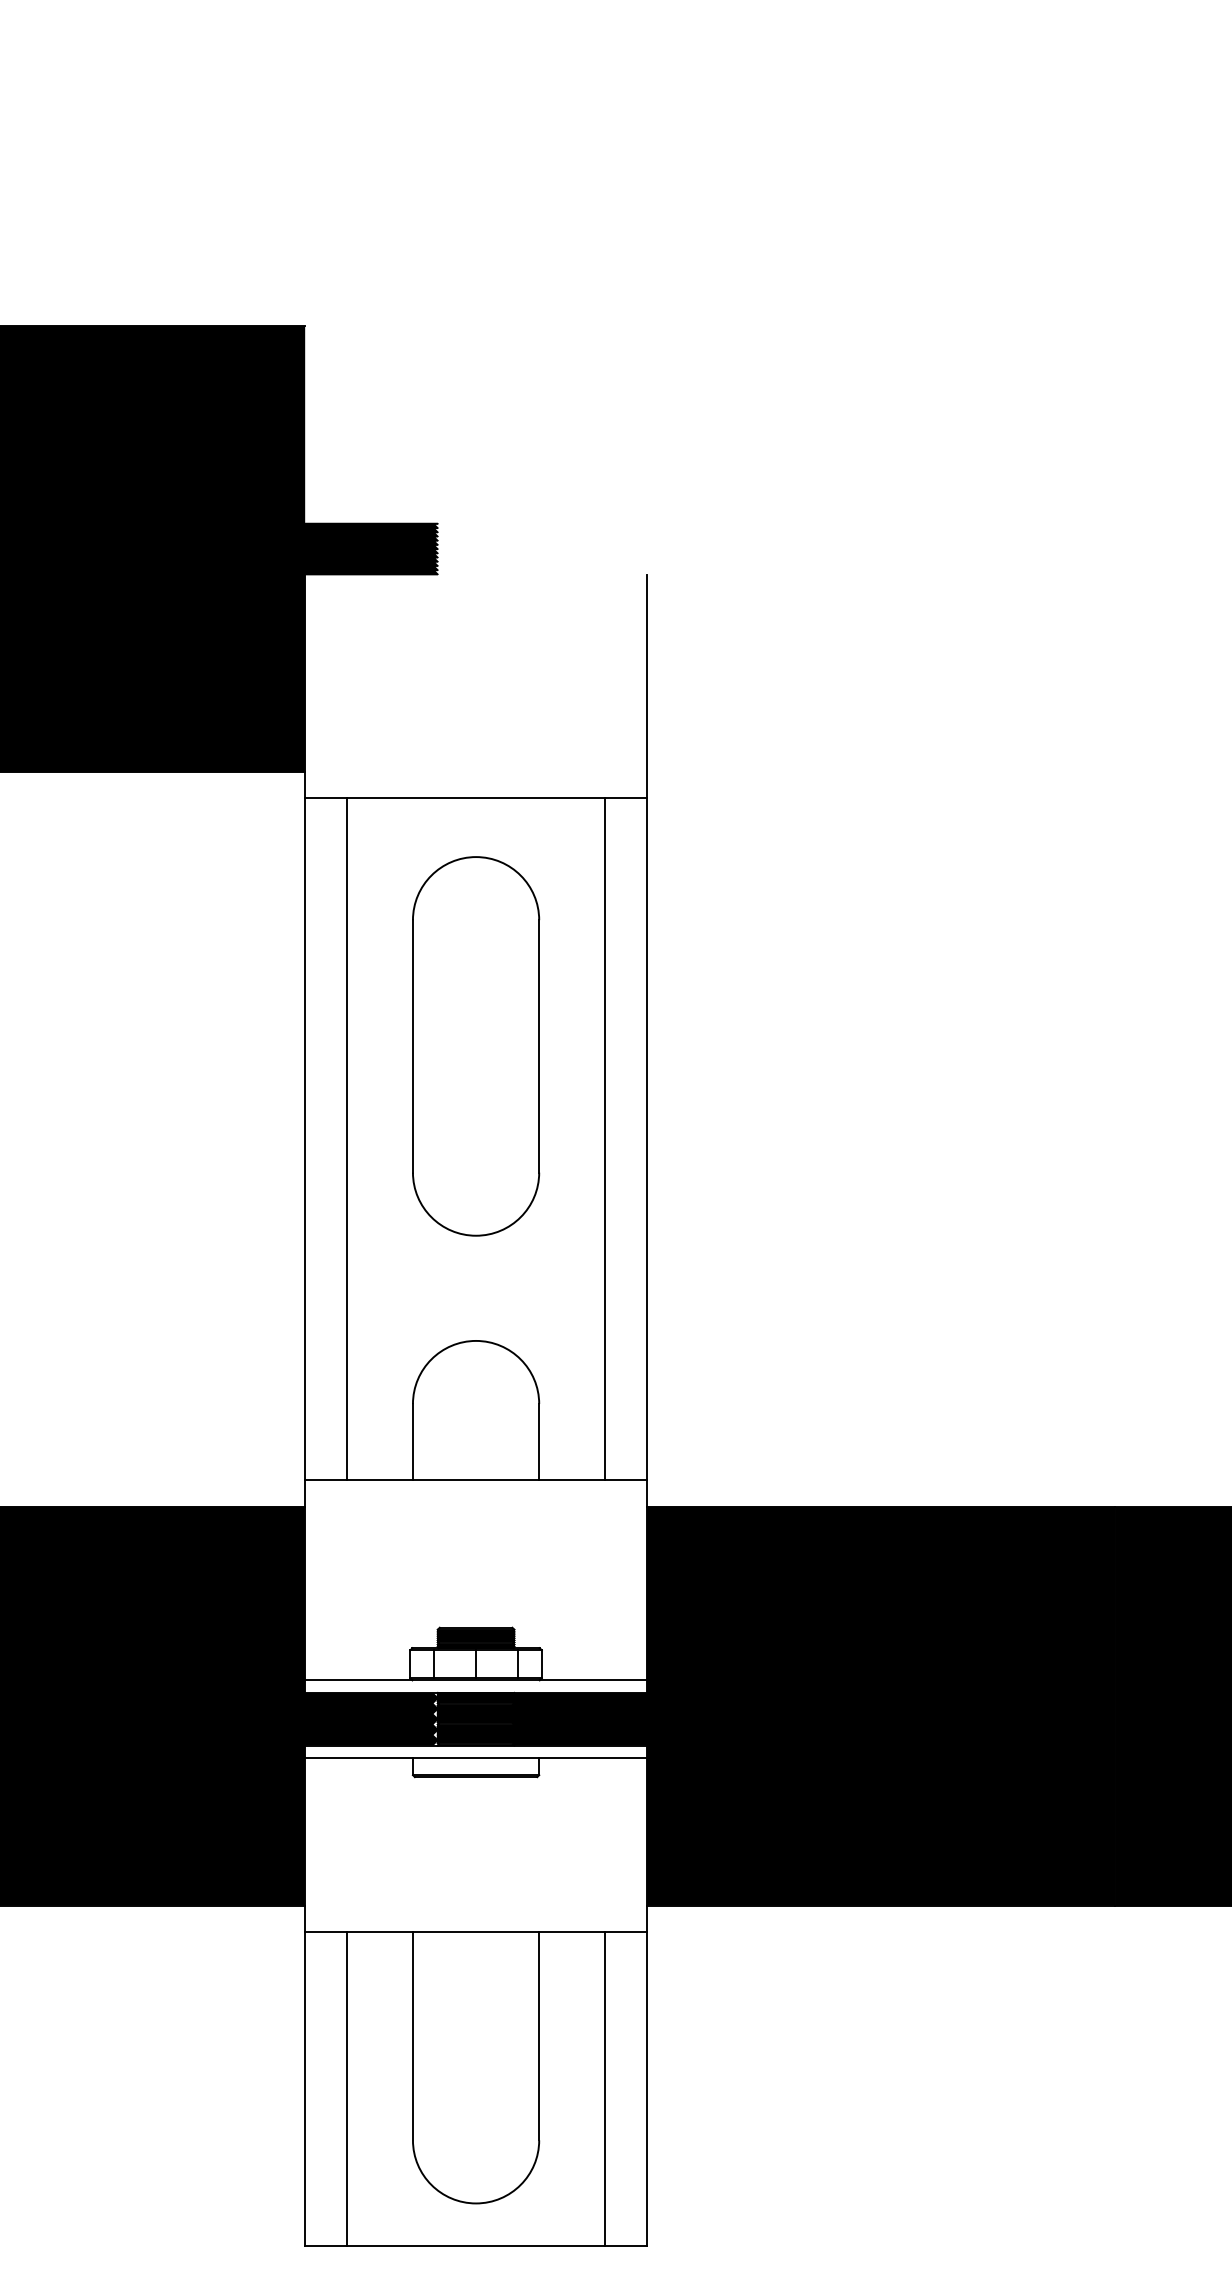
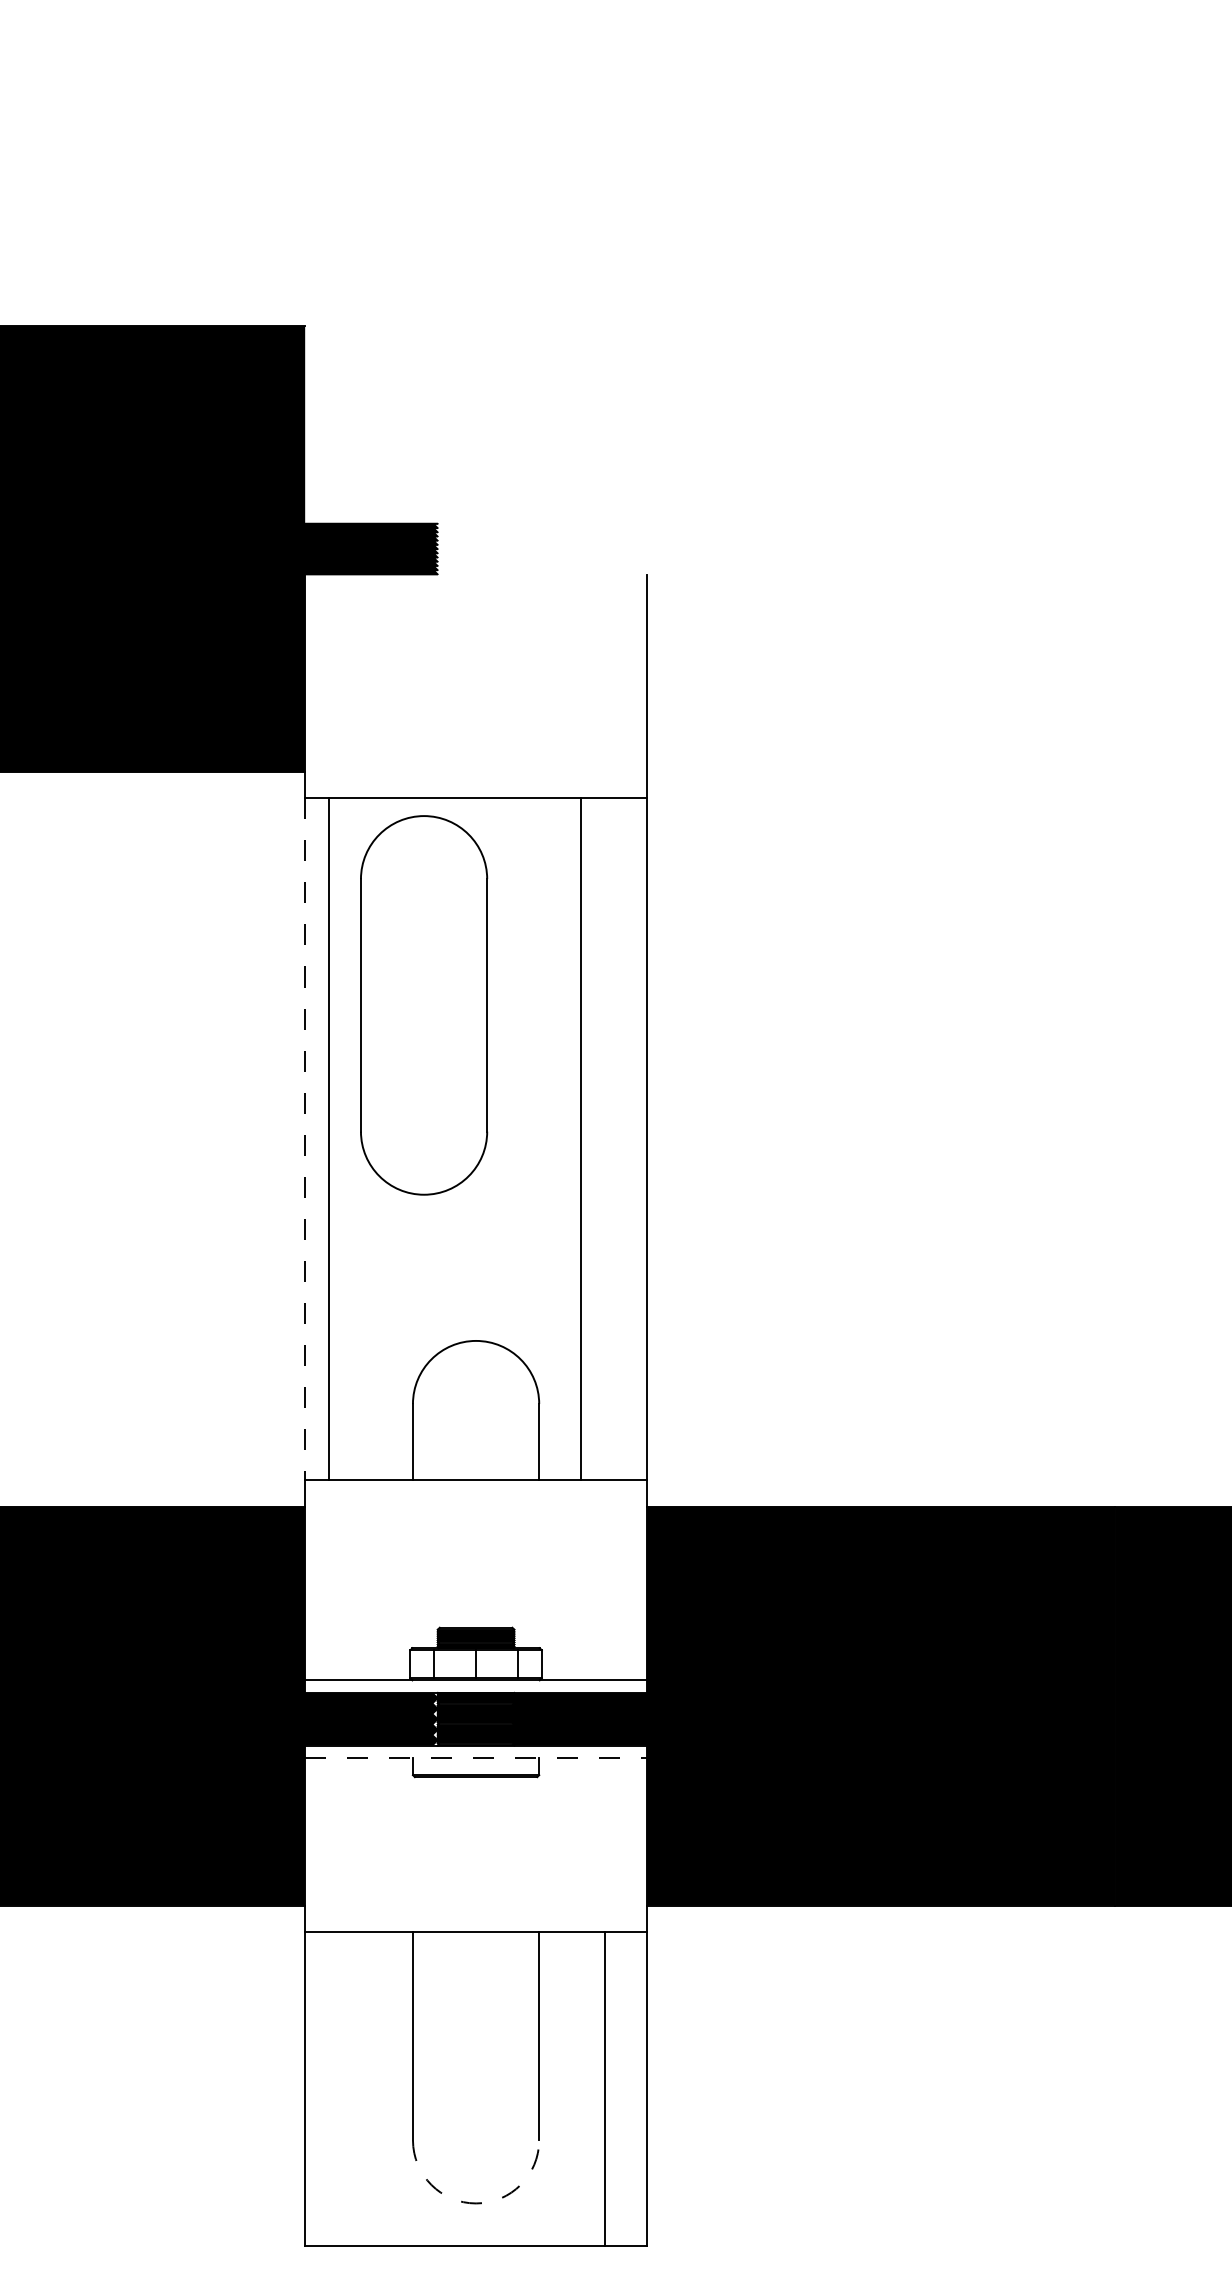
part at (476, 1046) position: (476, 1046) -> (424, 1005)
line at (305, 1139): solid -> dashed
line at (347, 1139) position: (347, 1139) -> (329, 1139)
line at (604, 1139) position: (604, 1139) -> (580, 1139)
line at (476, 1758): solid -> dashed
line at (347, 2088): present -> none
arc at (476, 2203): solid -> dashed
